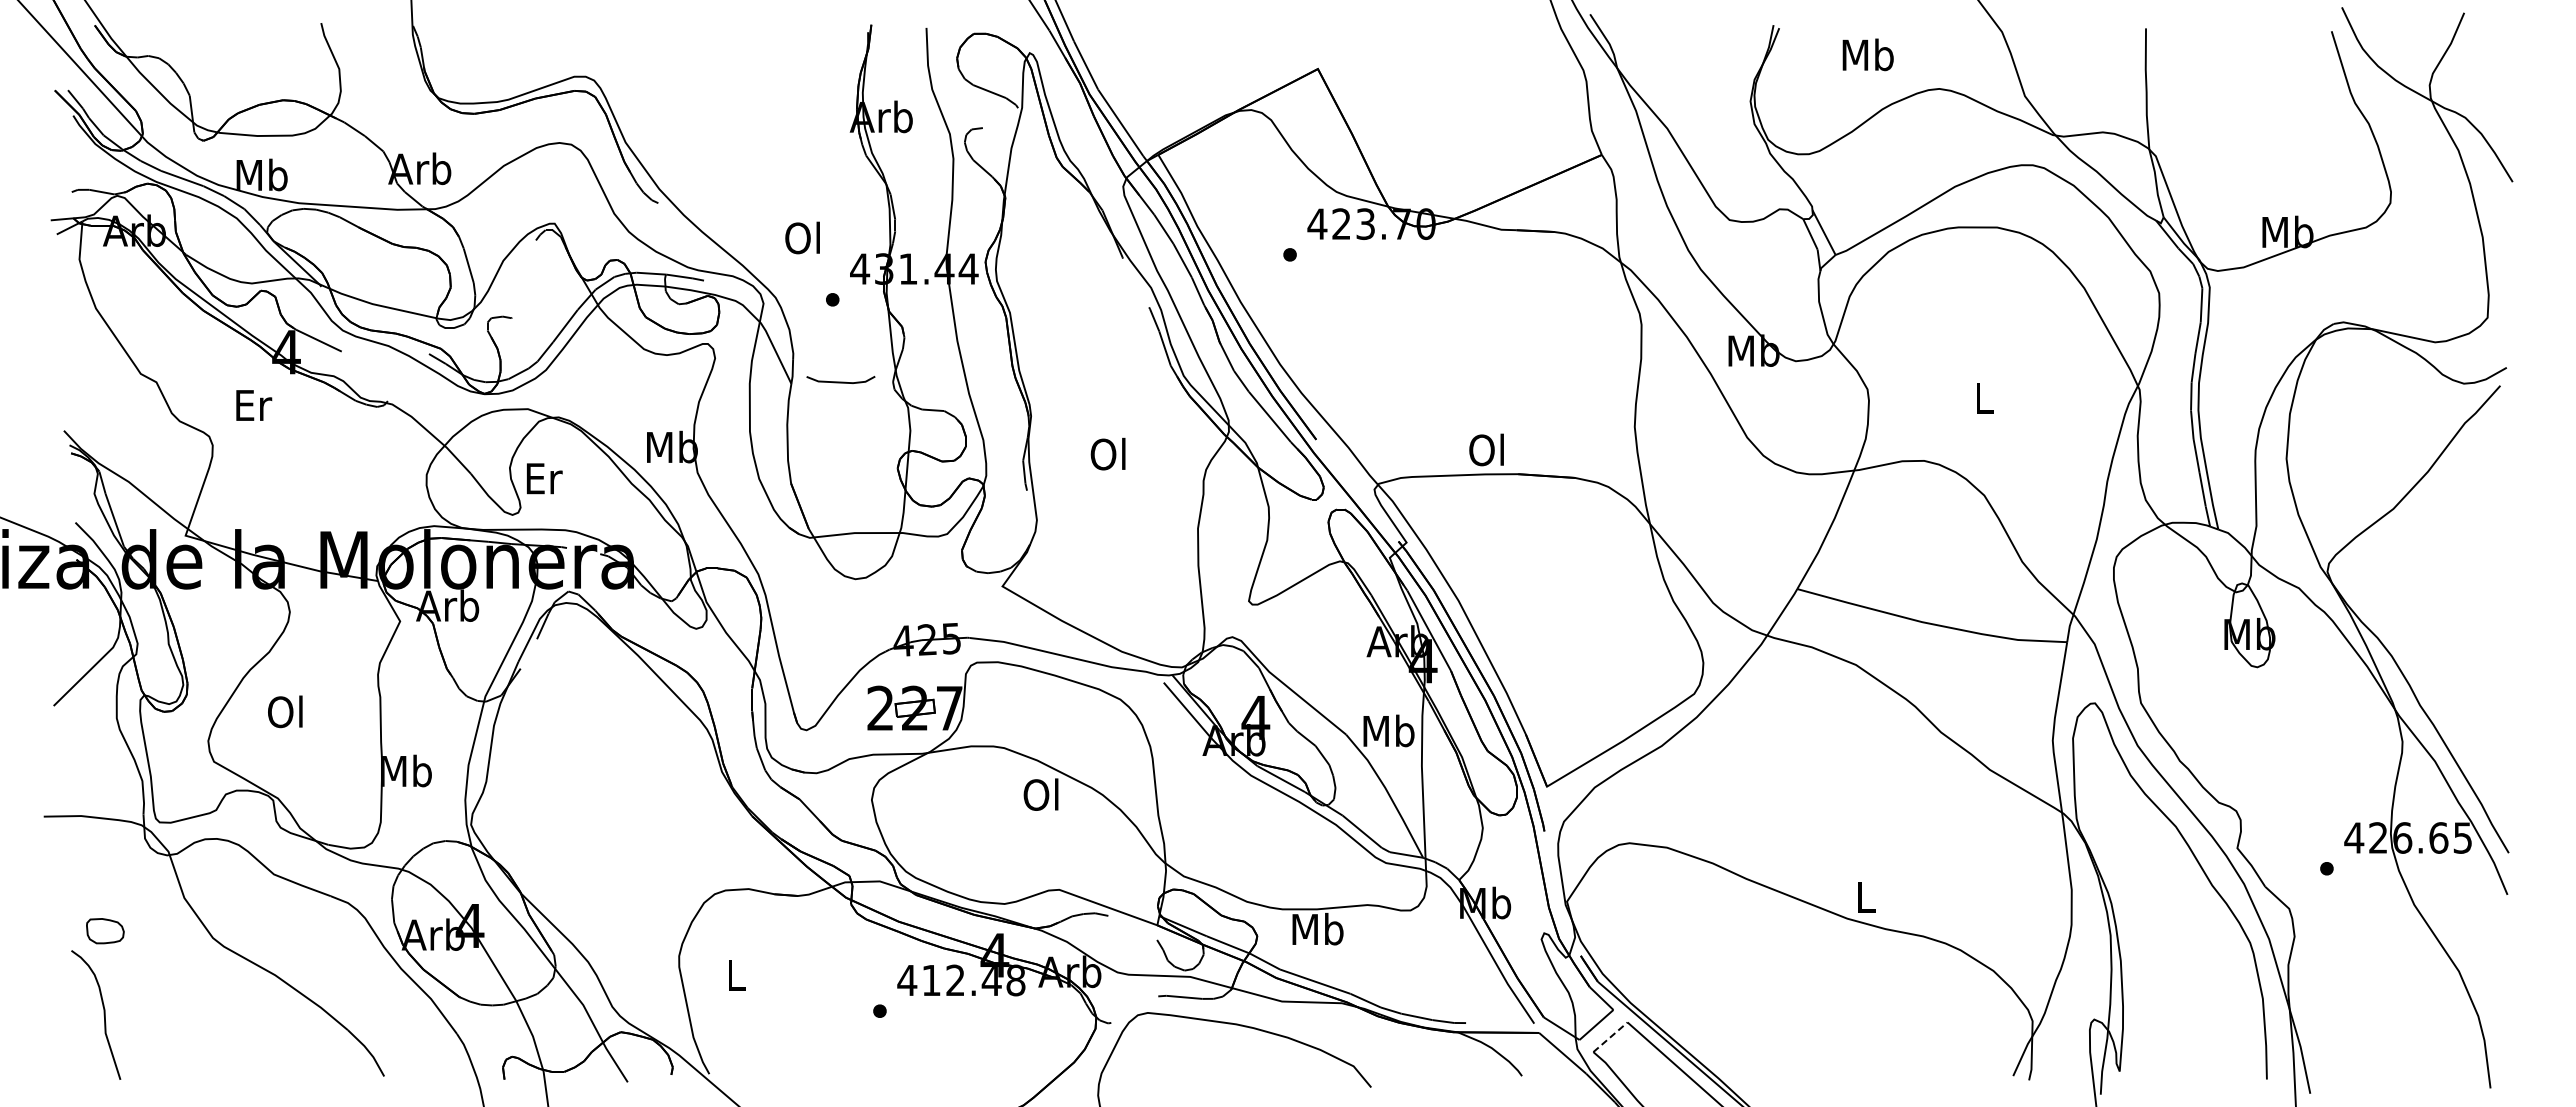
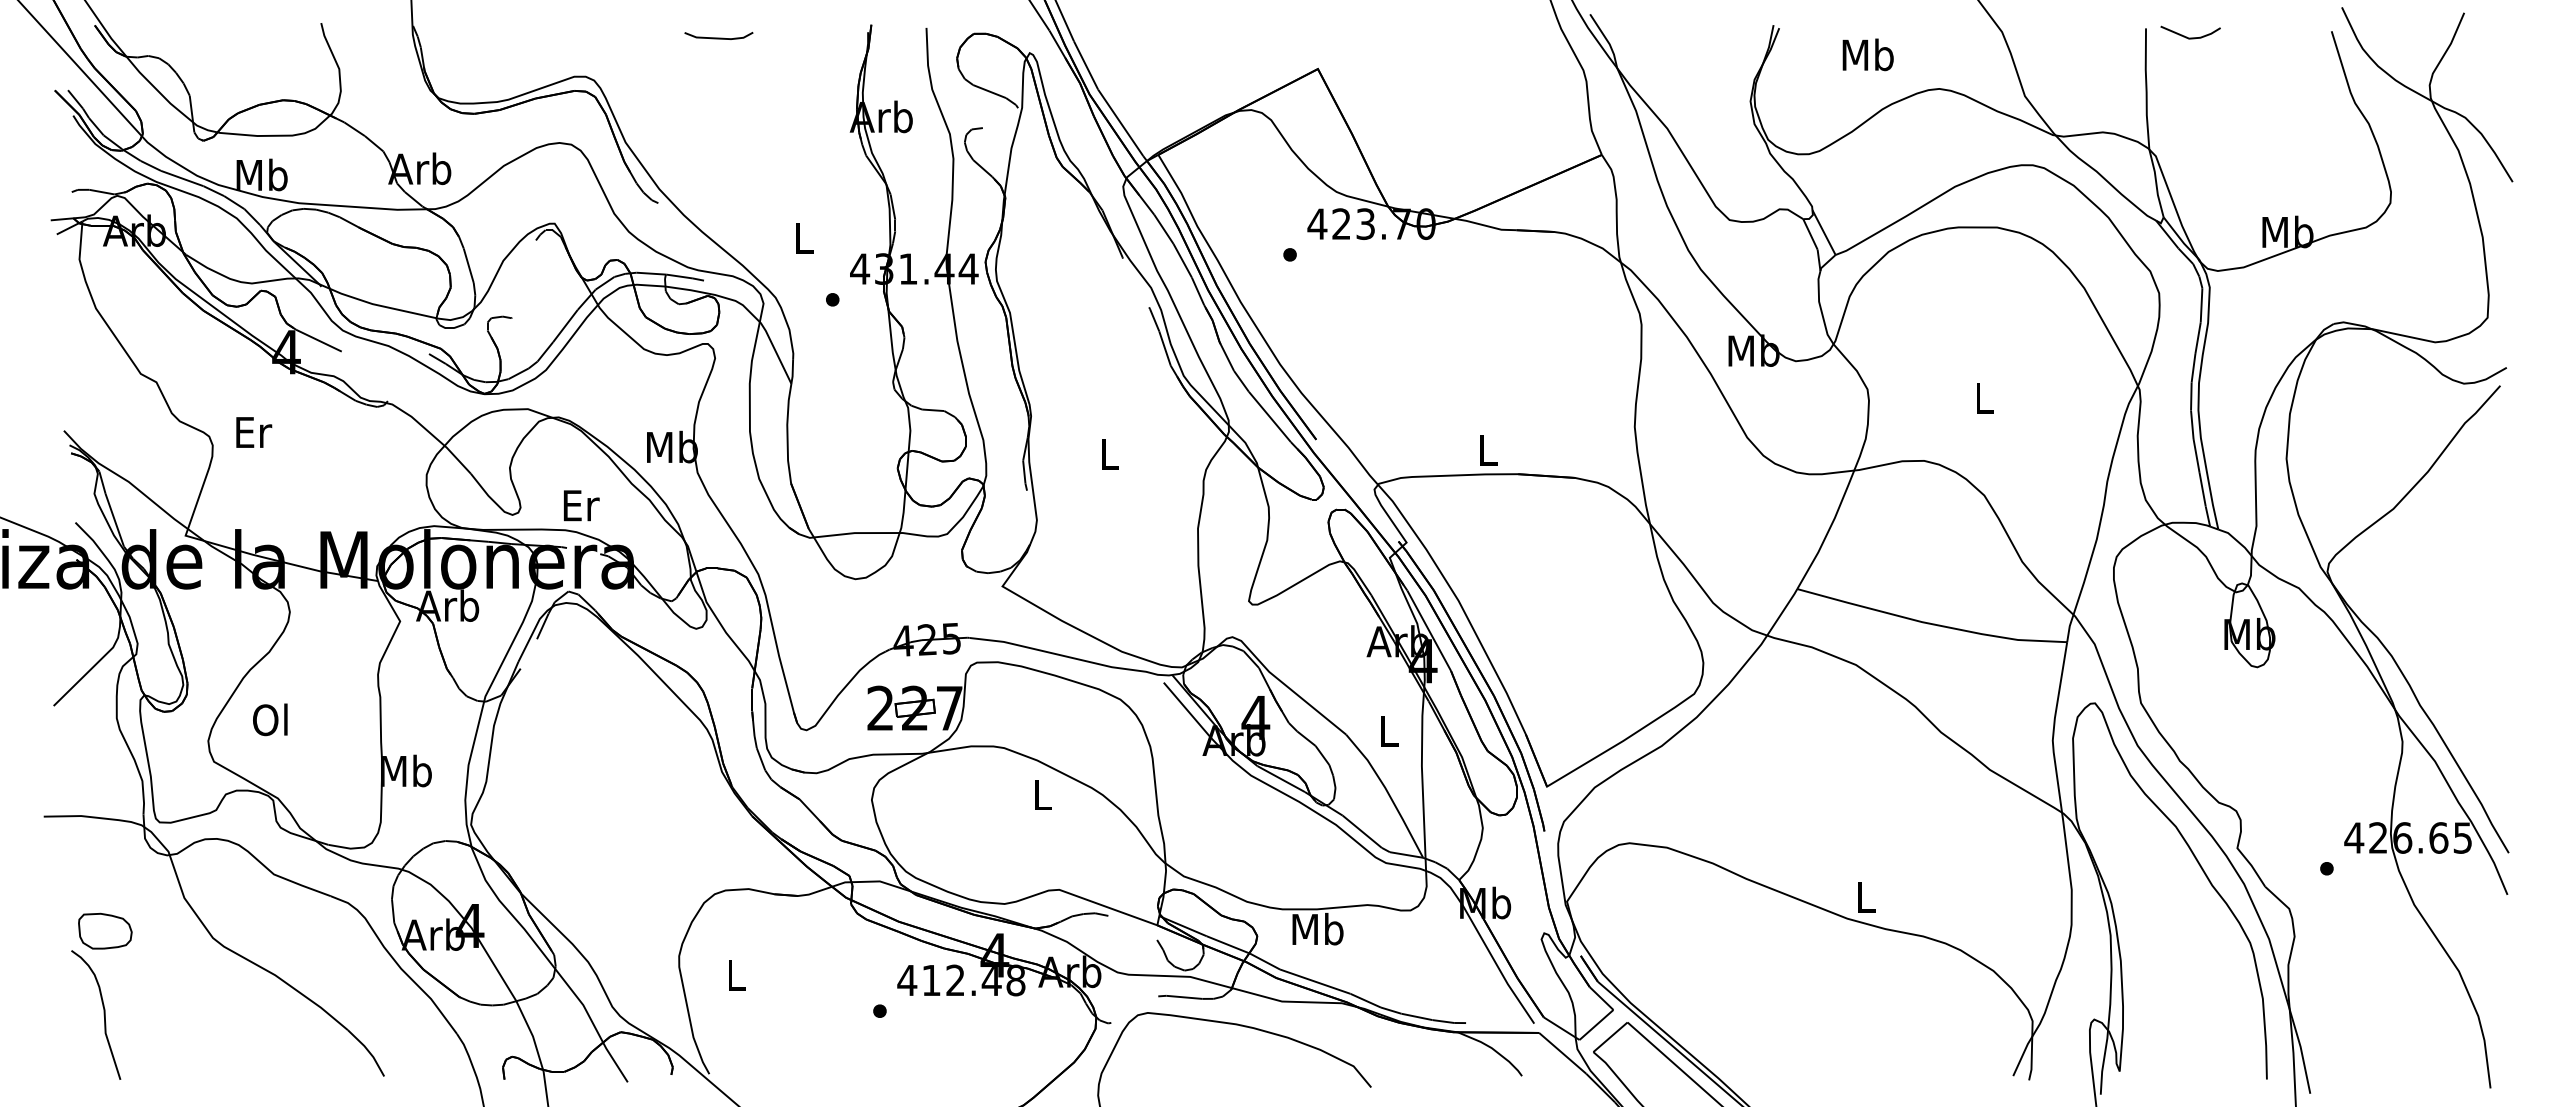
line at (2190, 37): none -> present
text at (802, 237): Ol -> L
line at (840, 381) position: (840, 381) -> (718, 37)
text at (254, 405) position: (254, 405) -> (254, 432)
text at (1486, 449): Ol -> L
text at (1107, 453): Ol -> L
text at (544, 478) position: (544, 478) -> (581, 505)
text at (285, 711) position: (285, 711) -> (270, 719)
text at (1388, 730): Mb -> L
text at (1040, 794): Ol -> L
part at (105, 931) size: 39x27 px -> 55x38 px
line at (1610, 1037): dashed -> solid
